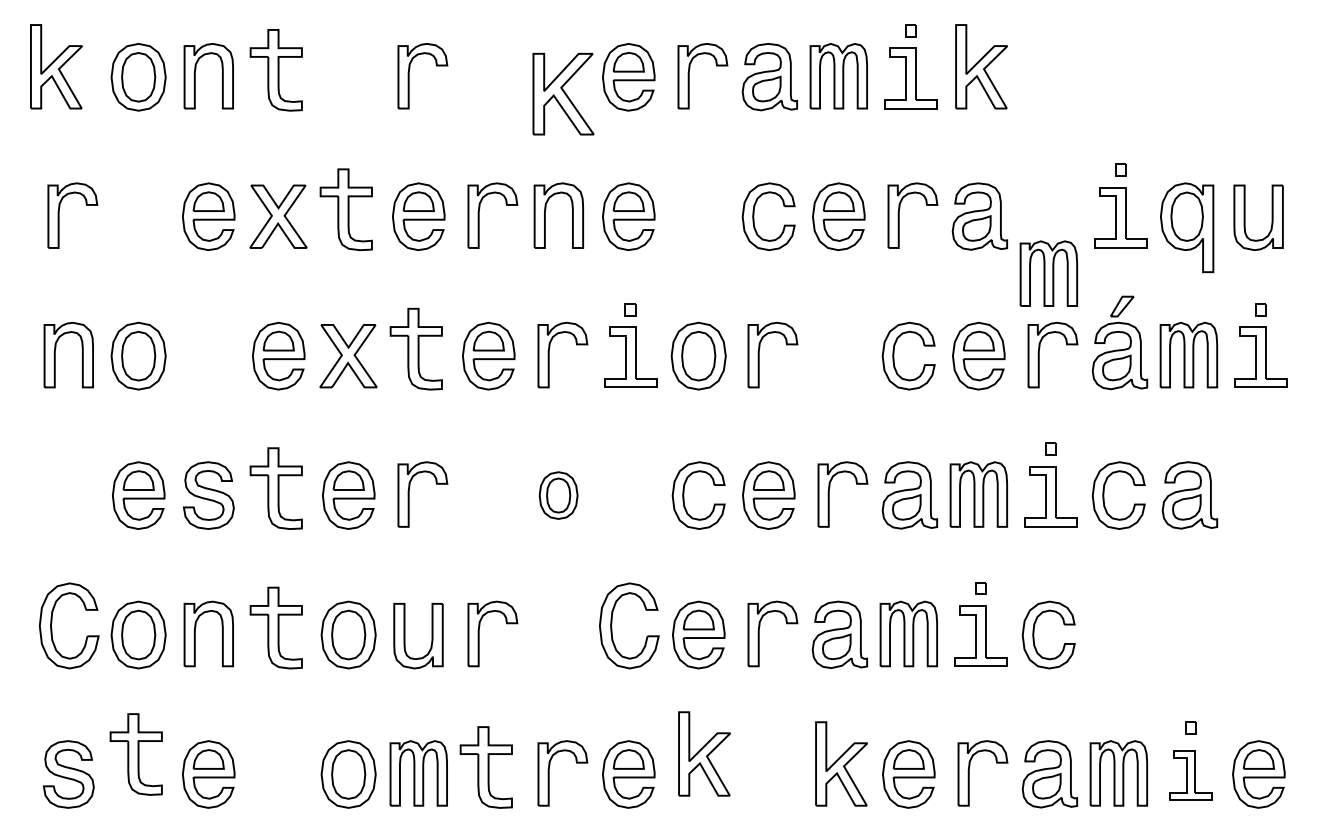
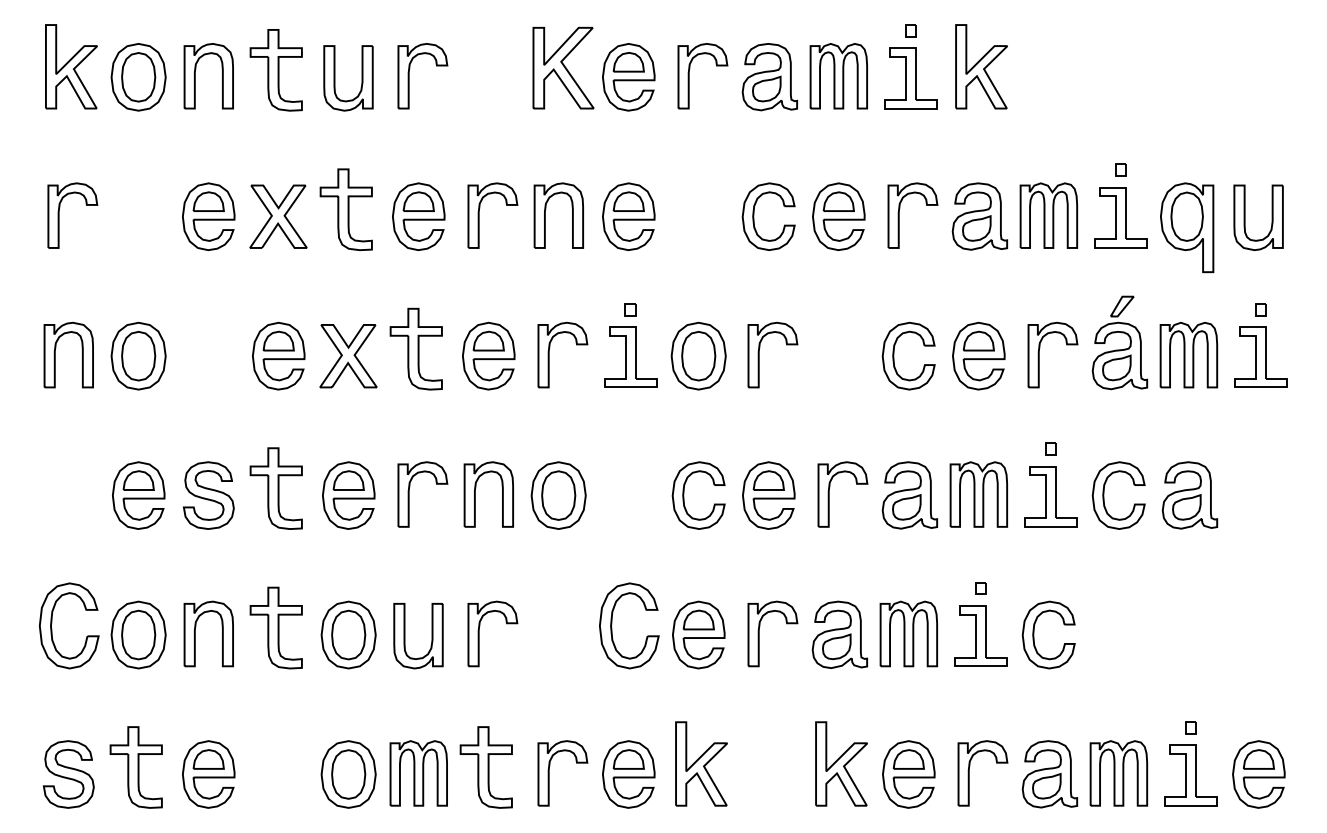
part at (56, 66) position: (56, 66) -> (71, 66)
part at (335, 78): none -> present
part at (563, 93) position: (563, 93) -> (563, 67)
part at (1048, 273) position: (1048, 273) -> (1048, 215)
part at (475, 494): none -> present
part at (558, 495) size: 41x49 px -> 57x69 px
part at (704, 753) position: (704, 753) -> (701, 763)
part at (135, 754) position: (135, 754) -> (135, 767)
part at (1190, 775) size: 44x51 px -> 54x63 px
